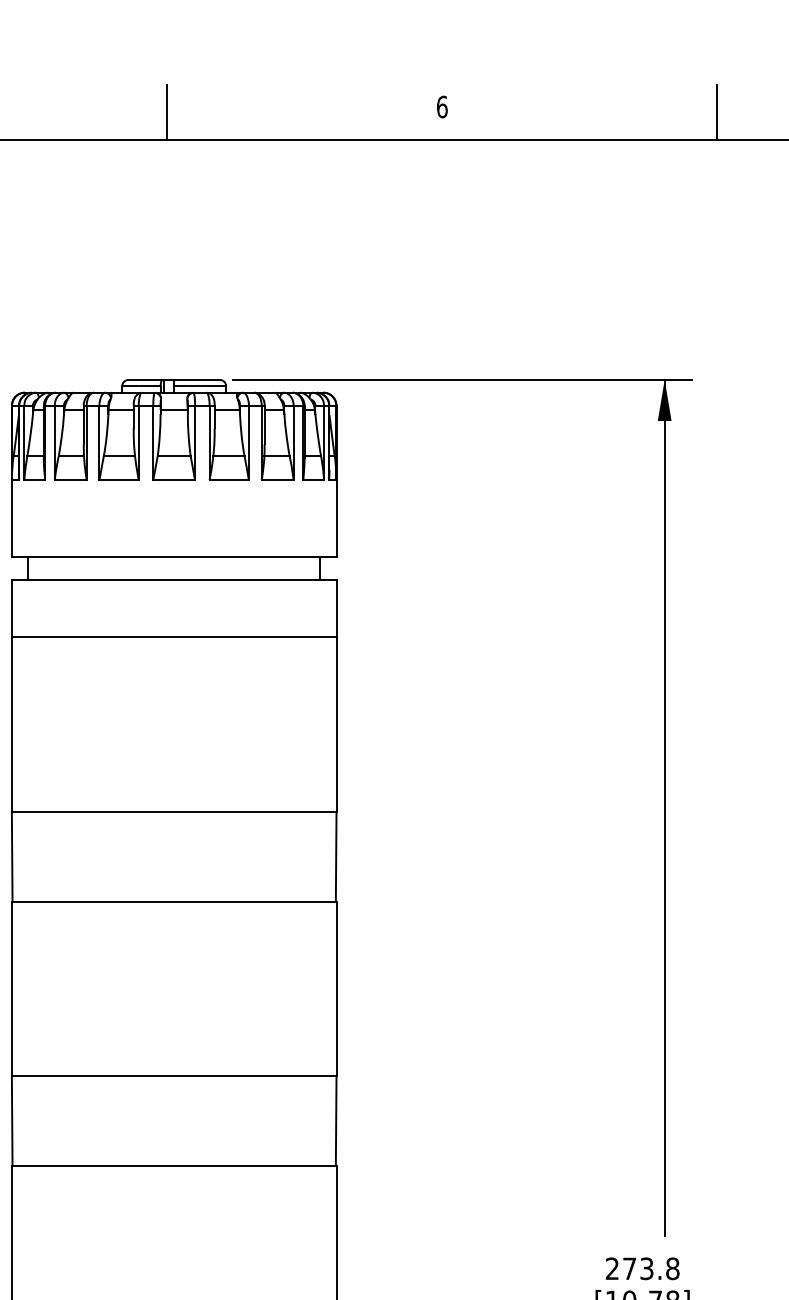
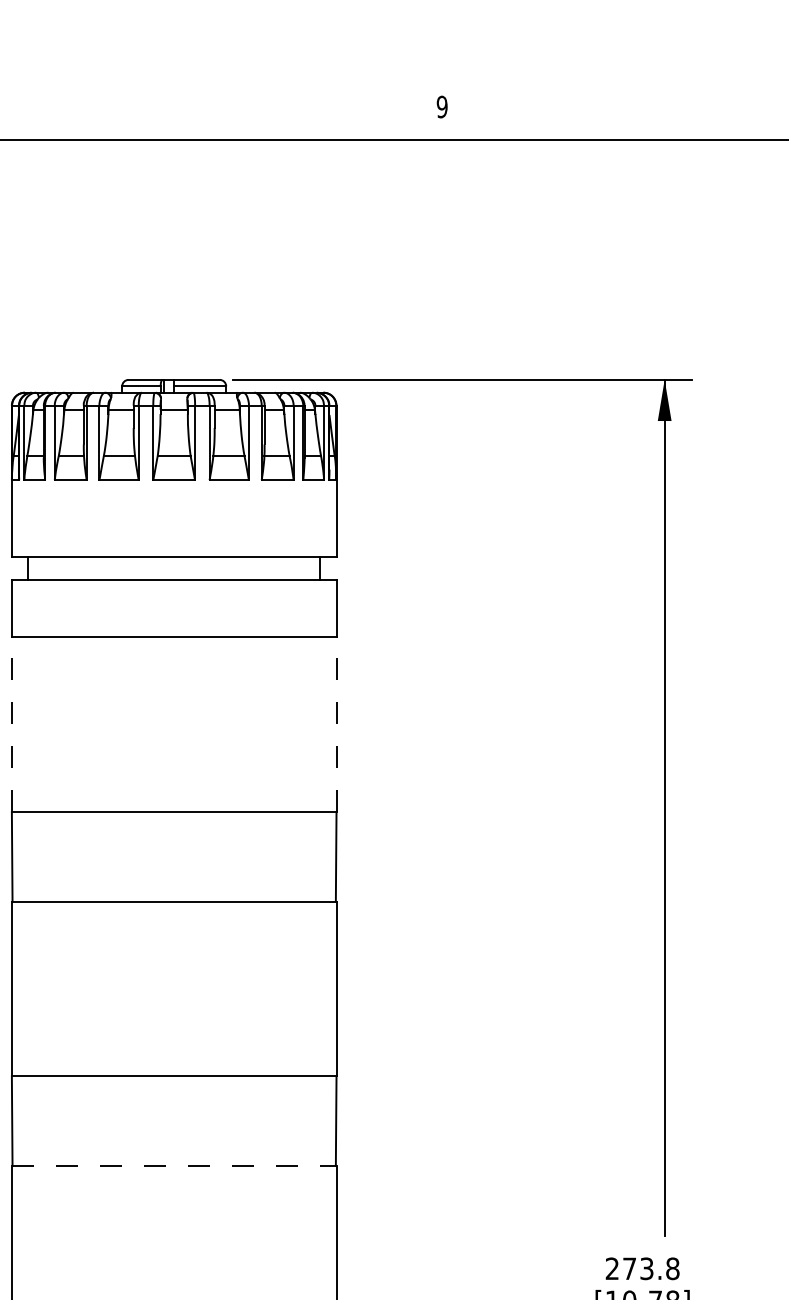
text at (441, 106): 6 -> 9
line at (167, 112): present -> none
line at (717, 112): present -> none
line at (11, 724): solid -> dashed
line at (336, 724): solid -> dashed
line at (174, 1165): solid -> dashed
